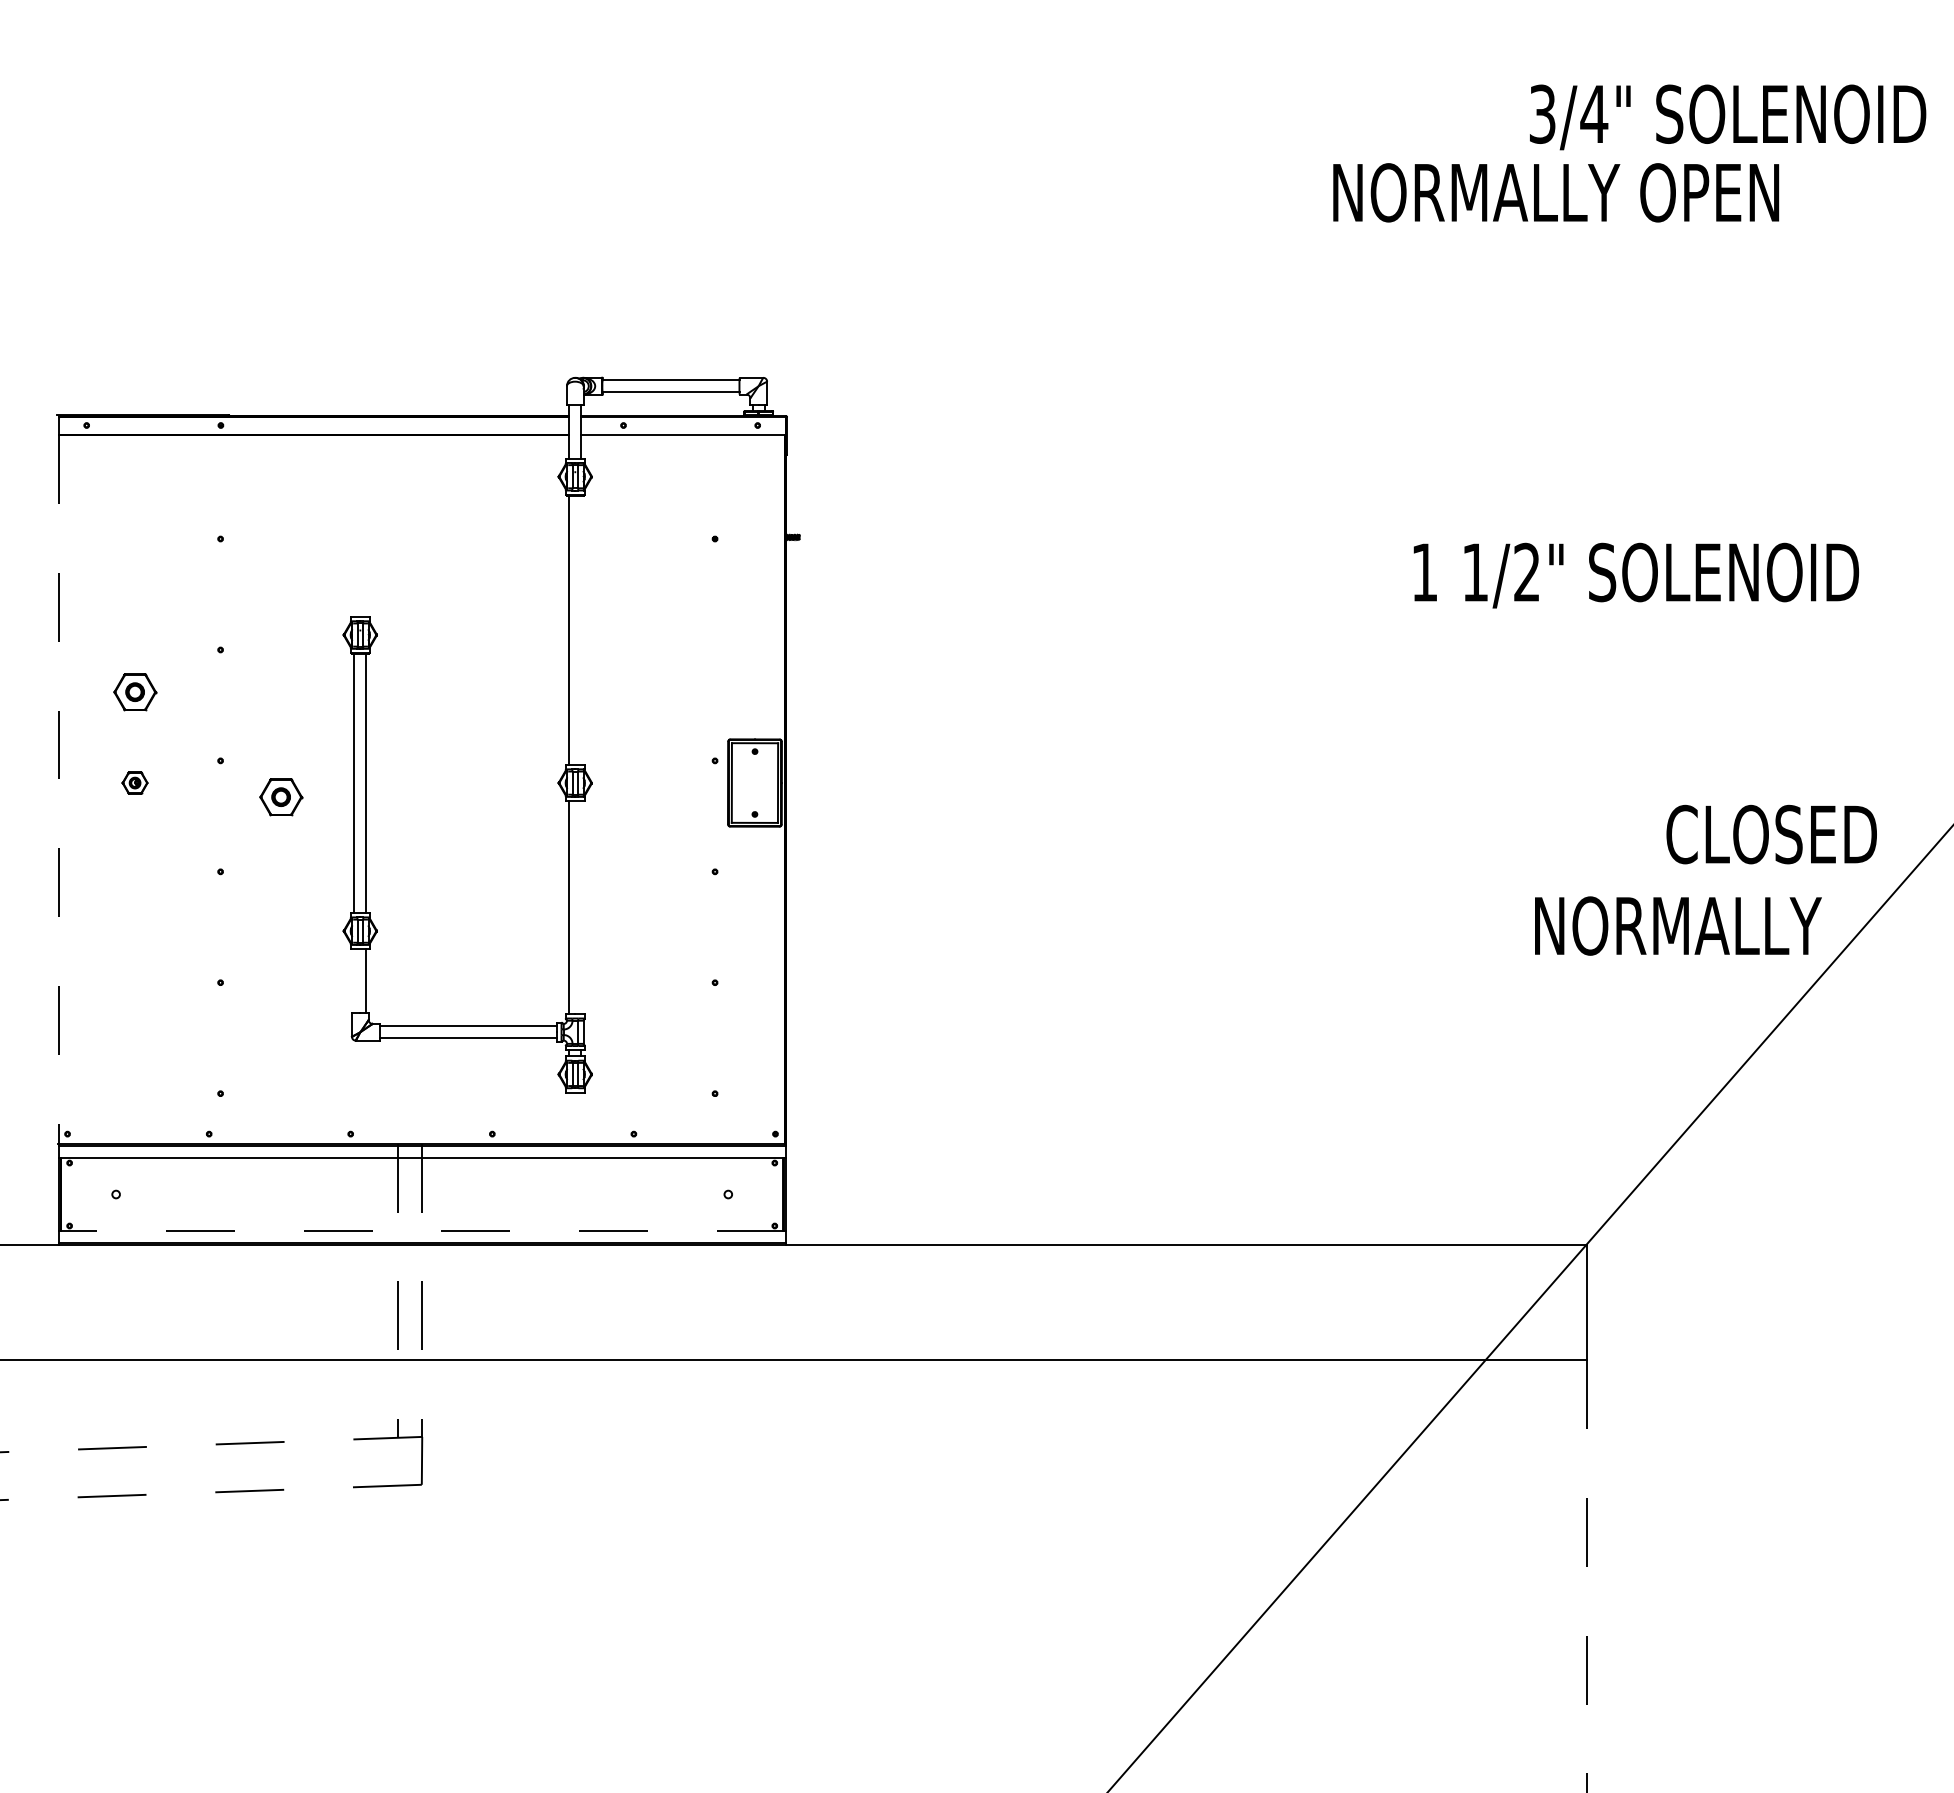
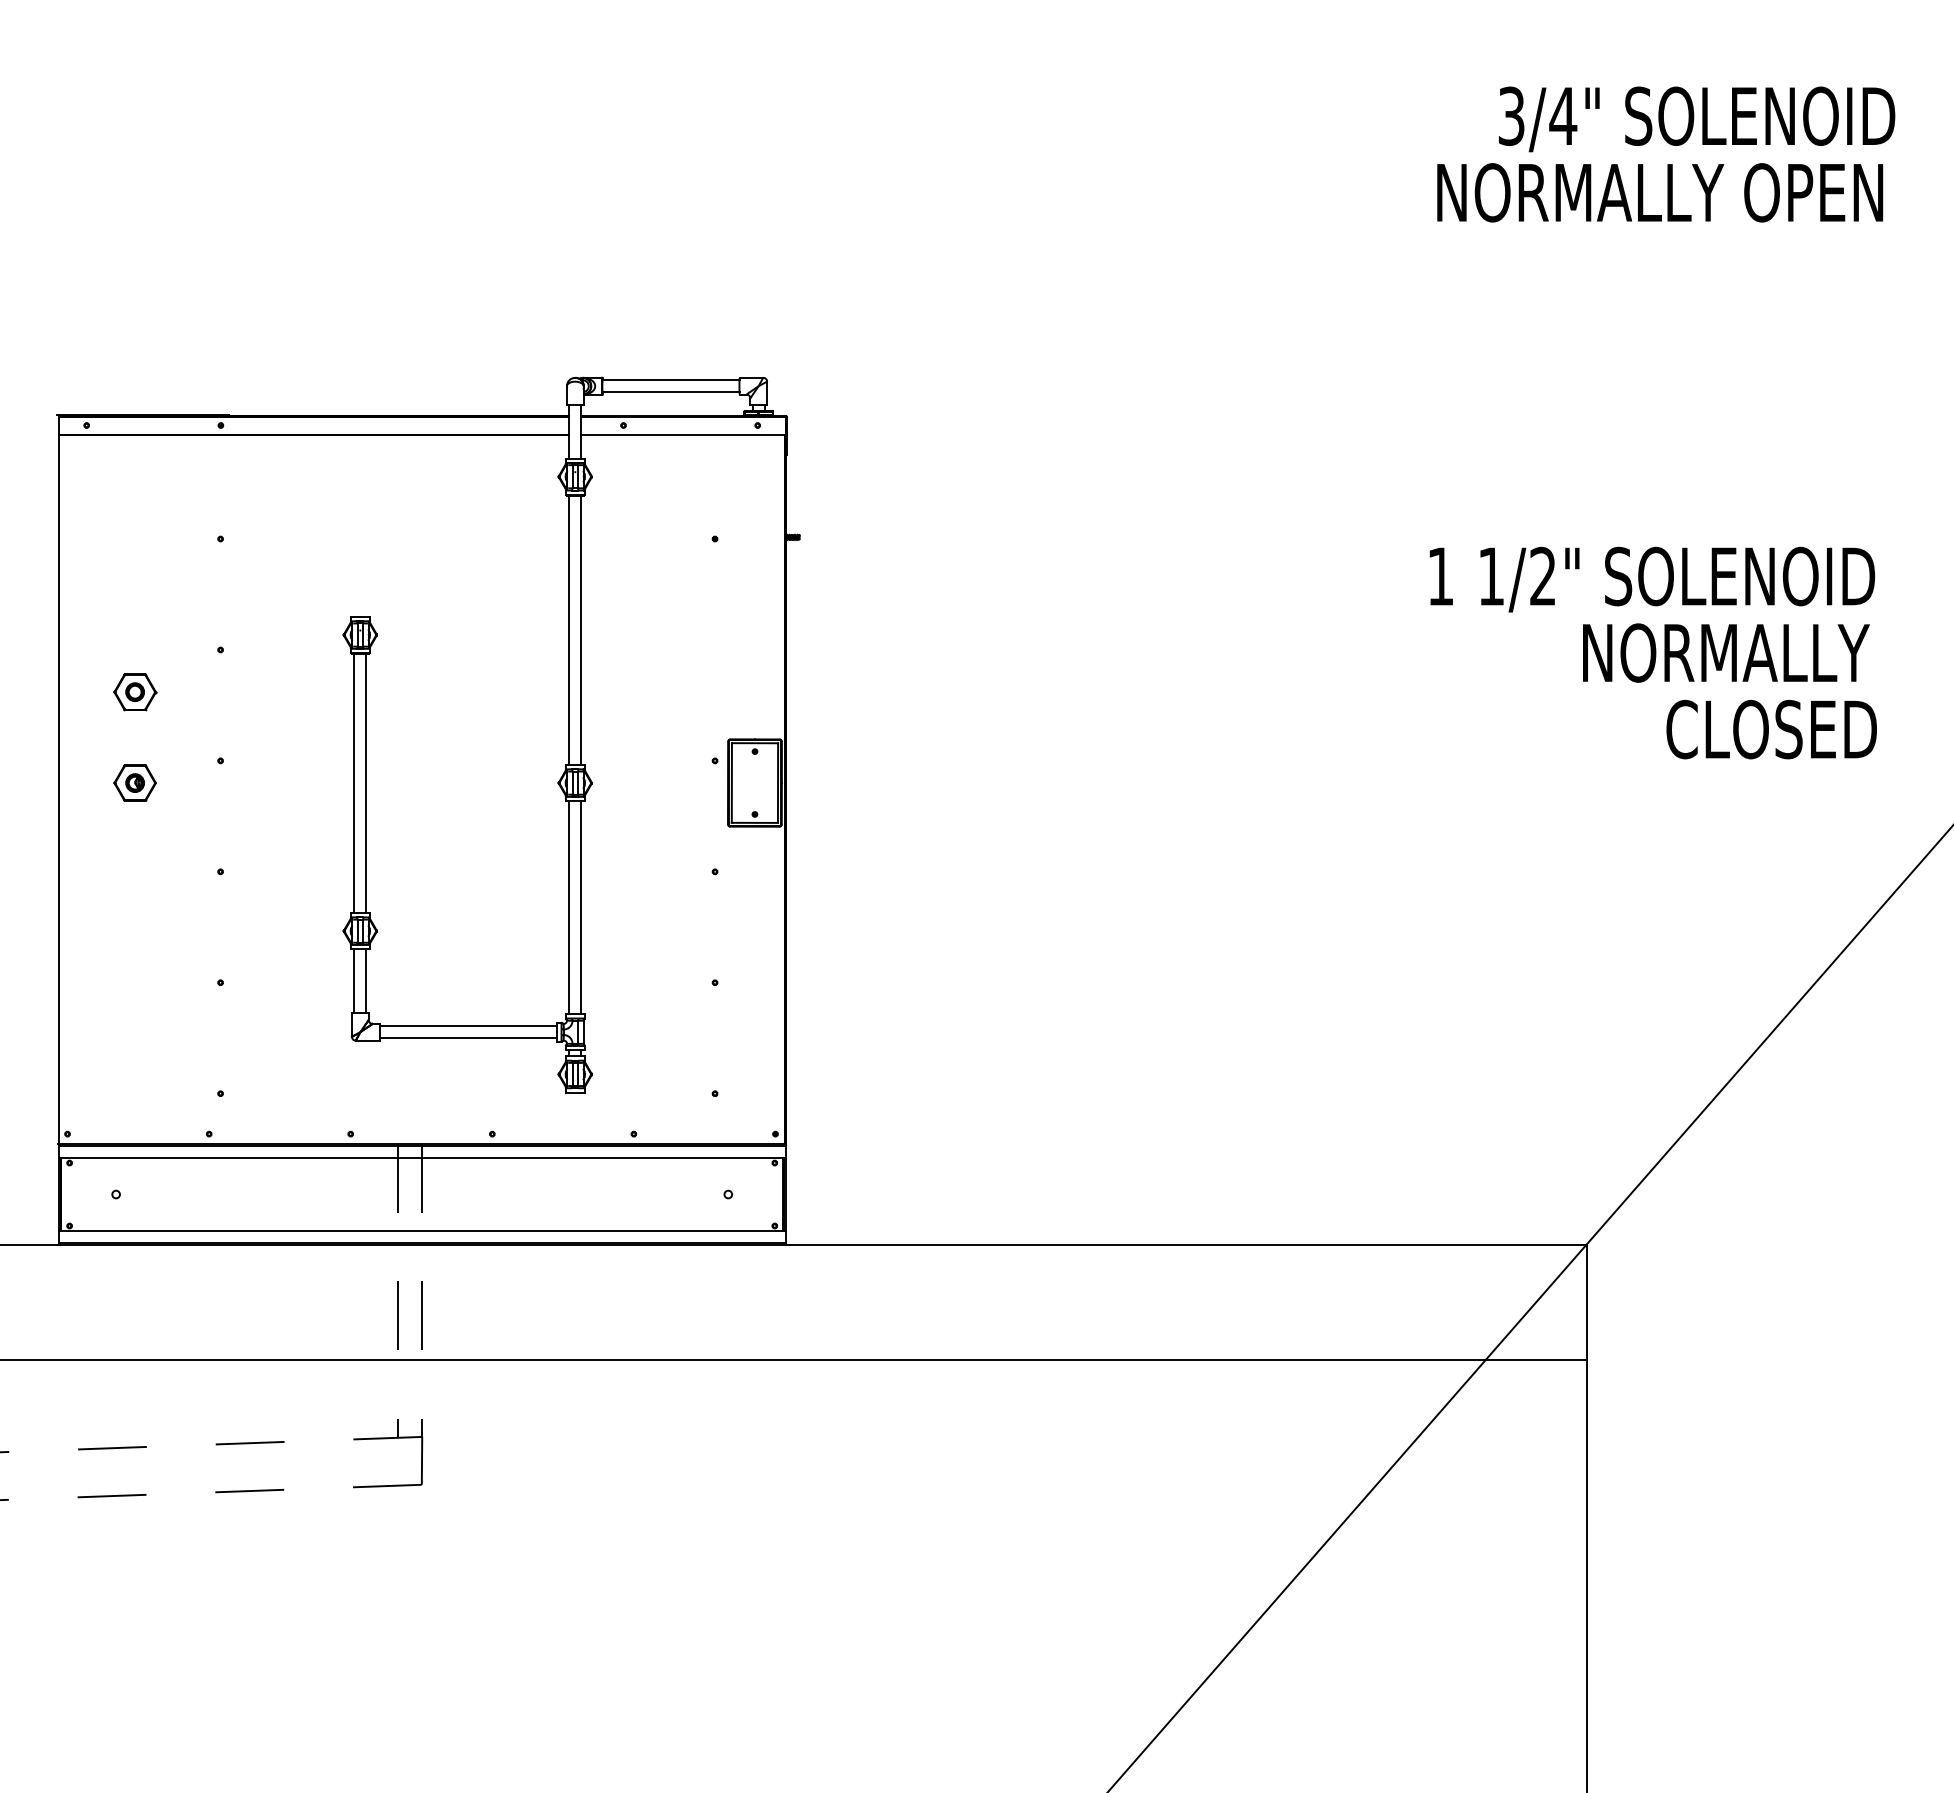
text at (1728, 117) position: (1728, 117) -> (1697, 119)
text at (1556, 192) position: (1556, 192) -> (1660, 192)
text at (1636, 575) position: (1636, 575) -> (1652, 579)
line at (581, 629): none -> present
part at (134, 782) size: 28x24 px -> 44x38 px
line at (59, 789): dashed -> solid
part at (281, 797): present -> none
text at (1771, 834) position: (1771, 834) -> (1771, 729)
line at (581, 907): none -> present
text at (1678, 925) position: (1678, 925) -> (1726, 652)
line at (354, 981): none -> present
line at (422, 1231): dashed -> solid
line at (1586, 1576): dashed -> solid
